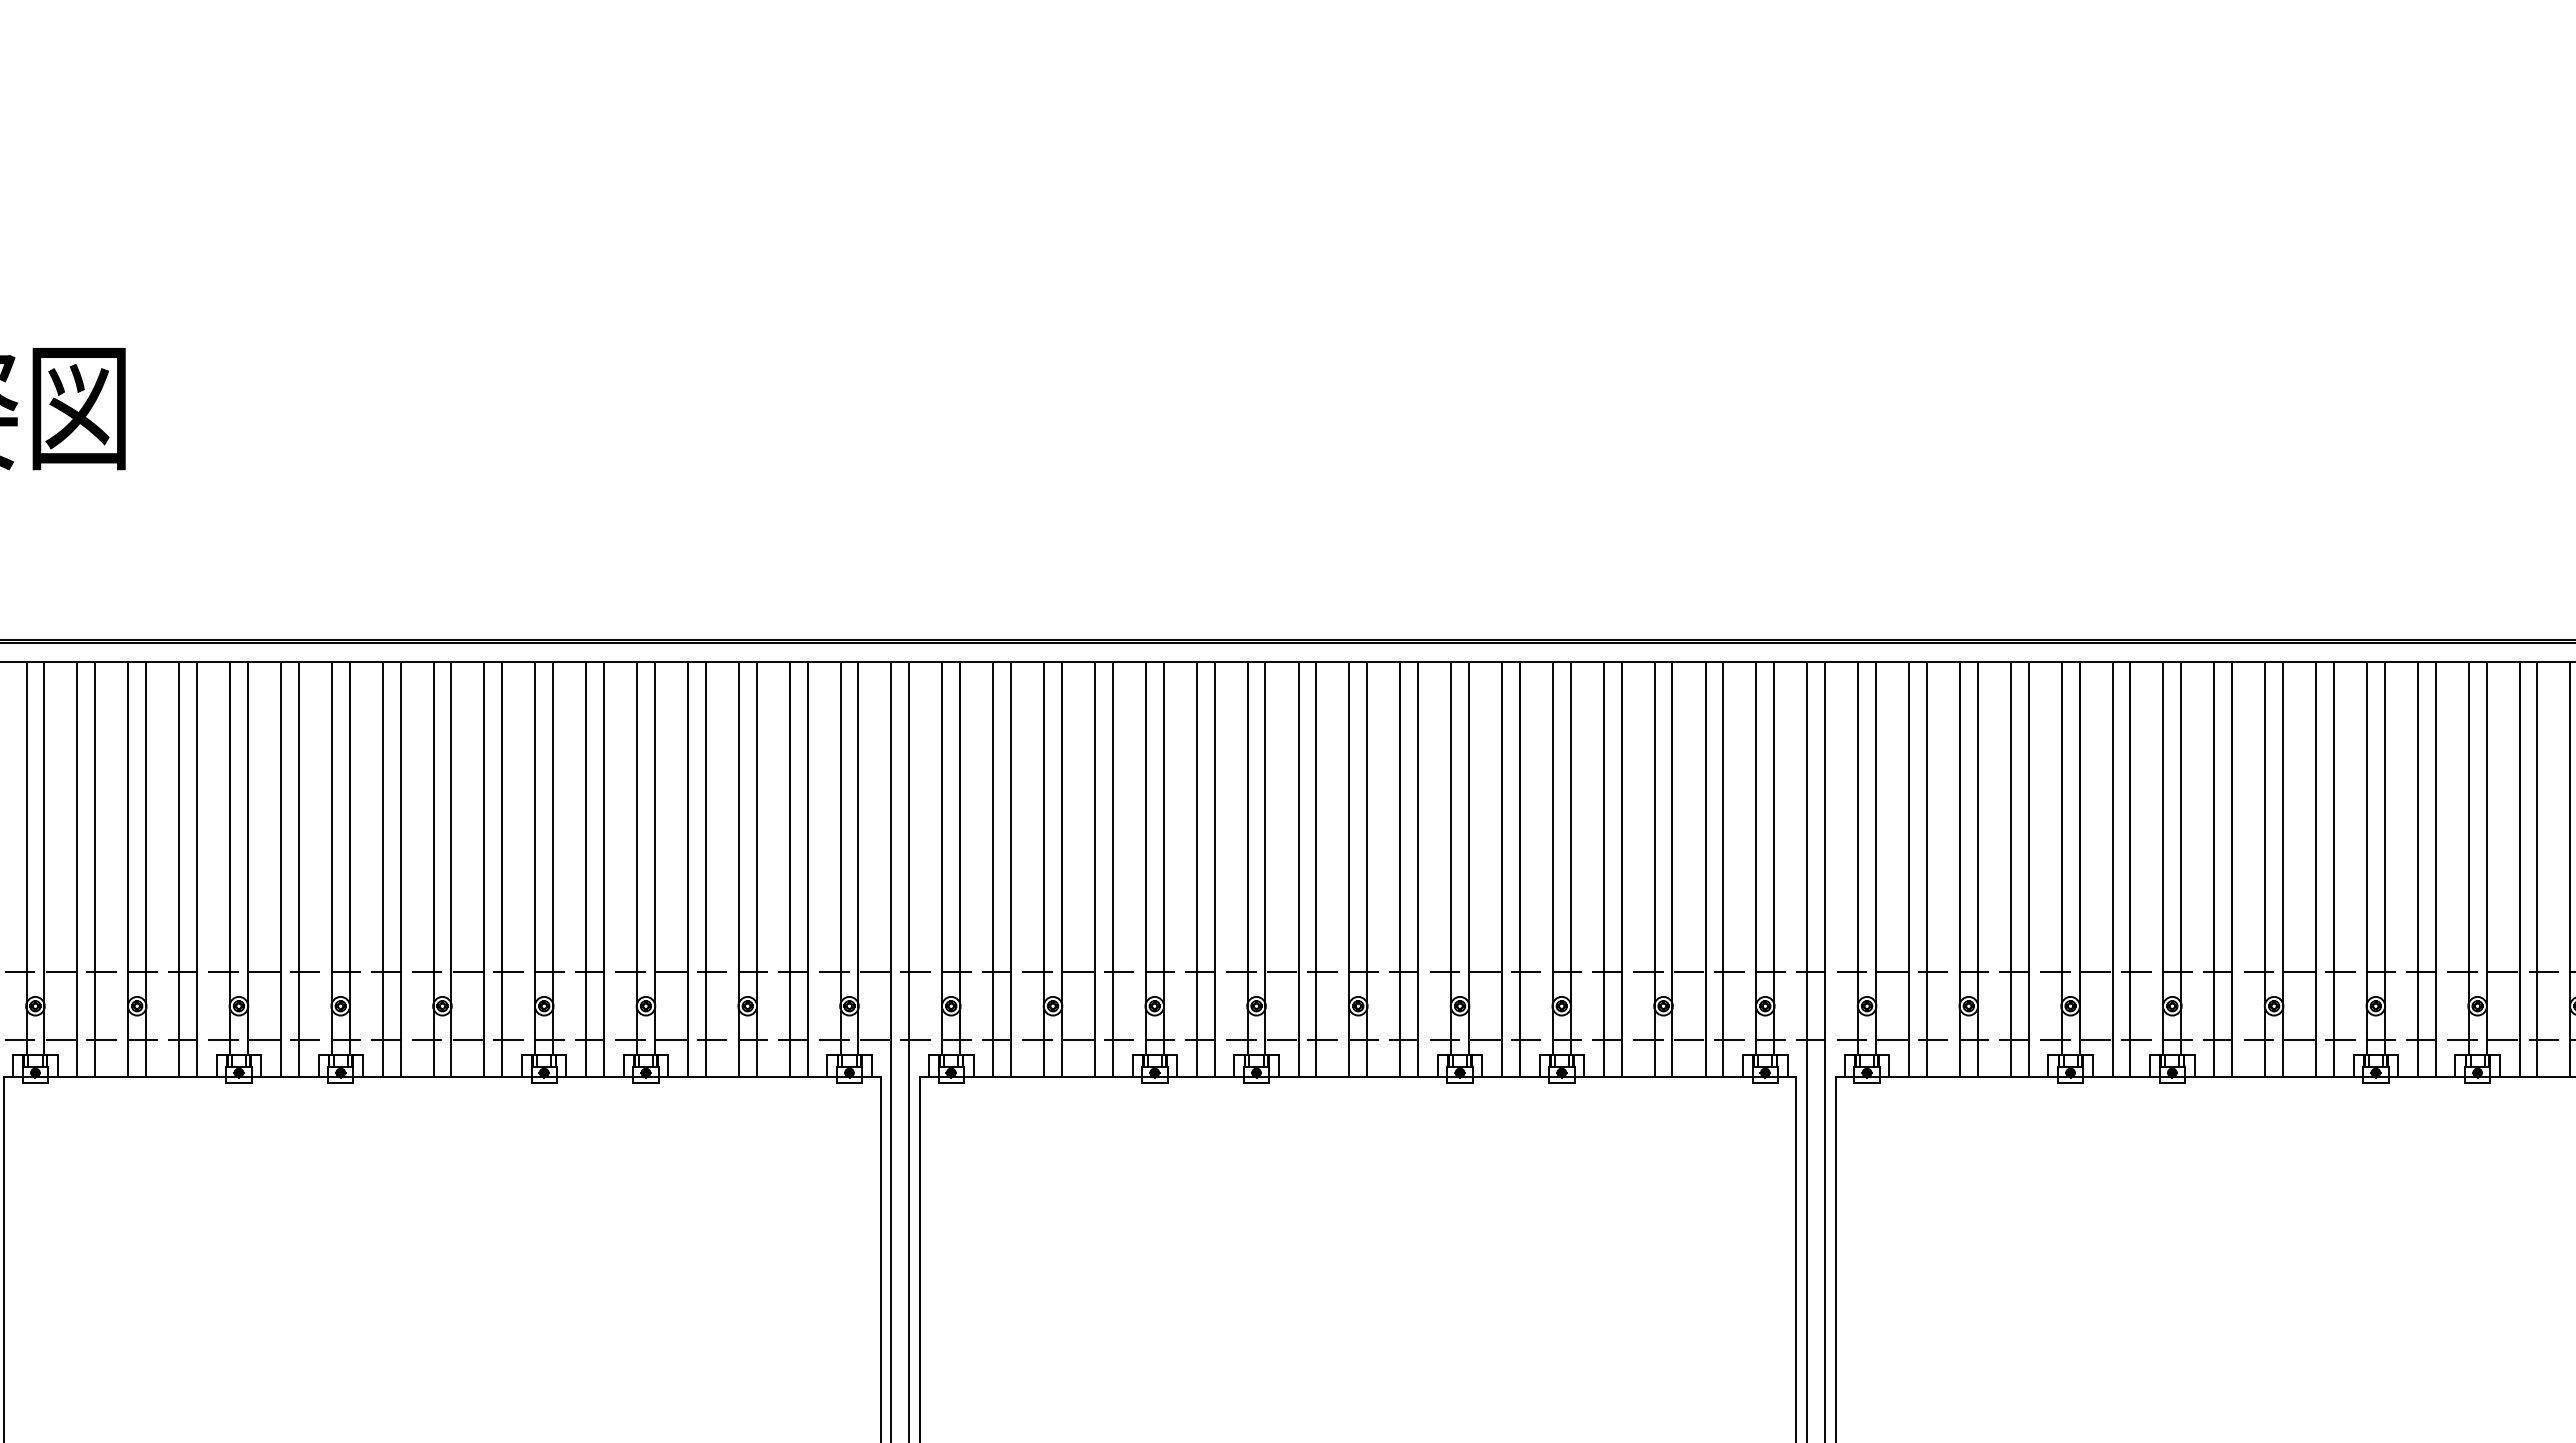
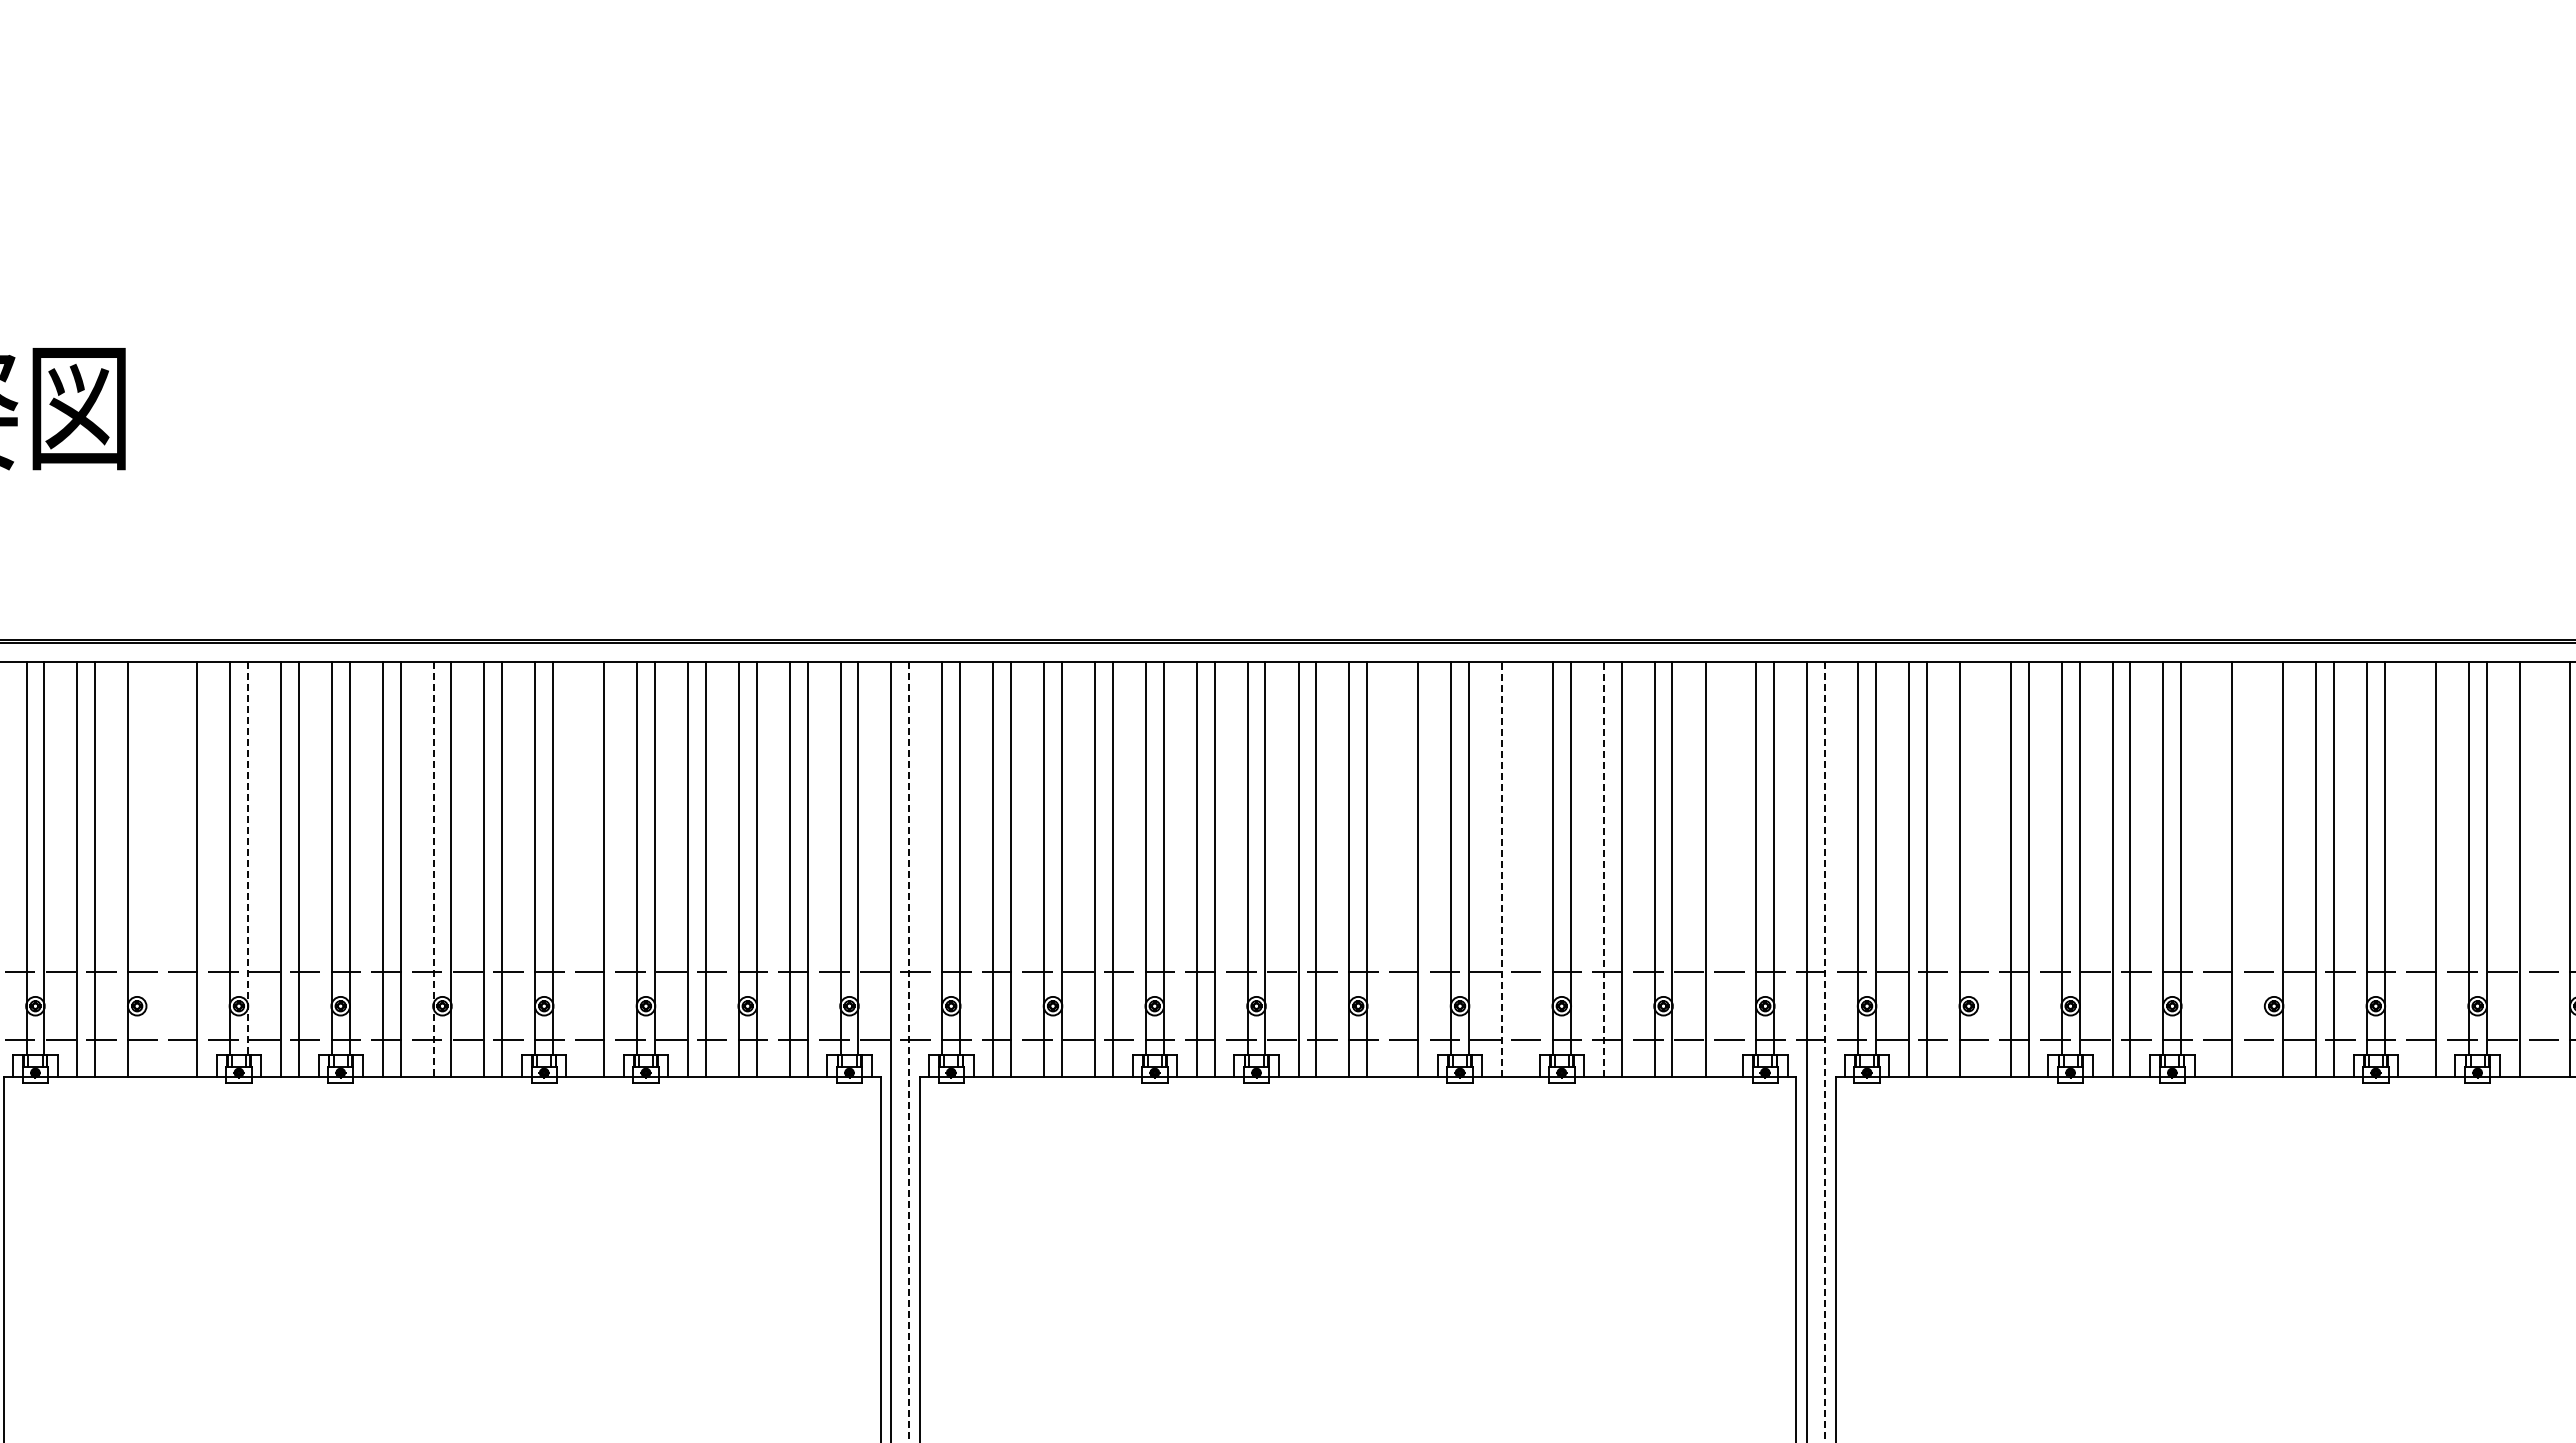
line at (247, 858): solid -> dashed
line at (146, 869): present -> none
line at (179, 869): present -> none
line at (433, 869): solid -> dashed
line at (586, 869): present -> none
line at (1400, 869): present -> none
line at (1502, 869): solid -> dashed
line at (1519, 869): present -> none
line at (1603, 869): solid -> dashed
line at (1723, 869): present -> none
line at (1977, 869): present -> none
line at (2214, 869): present -> none
line at (2265, 869): present -> none
line at (2417, 869): present -> none
line at (2537, 869): present -> none
line at (1825, 1051): solid -> dashed
line at (909, 1052): solid -> dashed
